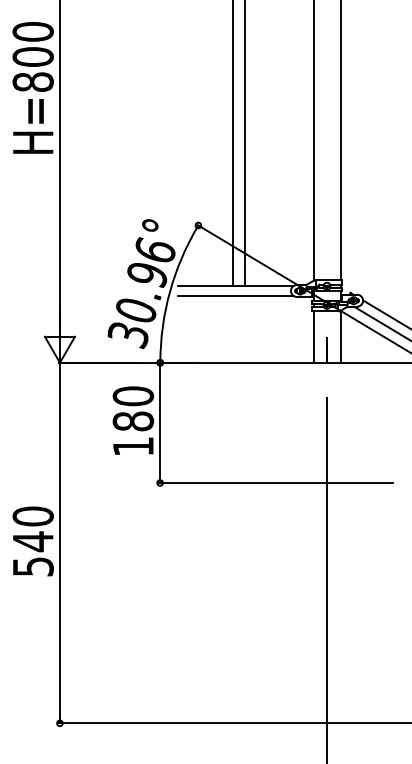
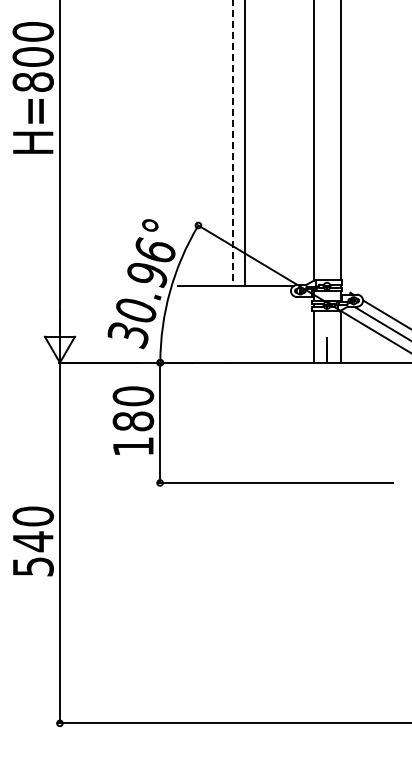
line at (233, 143): solid -> dashed
line at (235, 296): present -> none
line at (327, 578): present -> none
